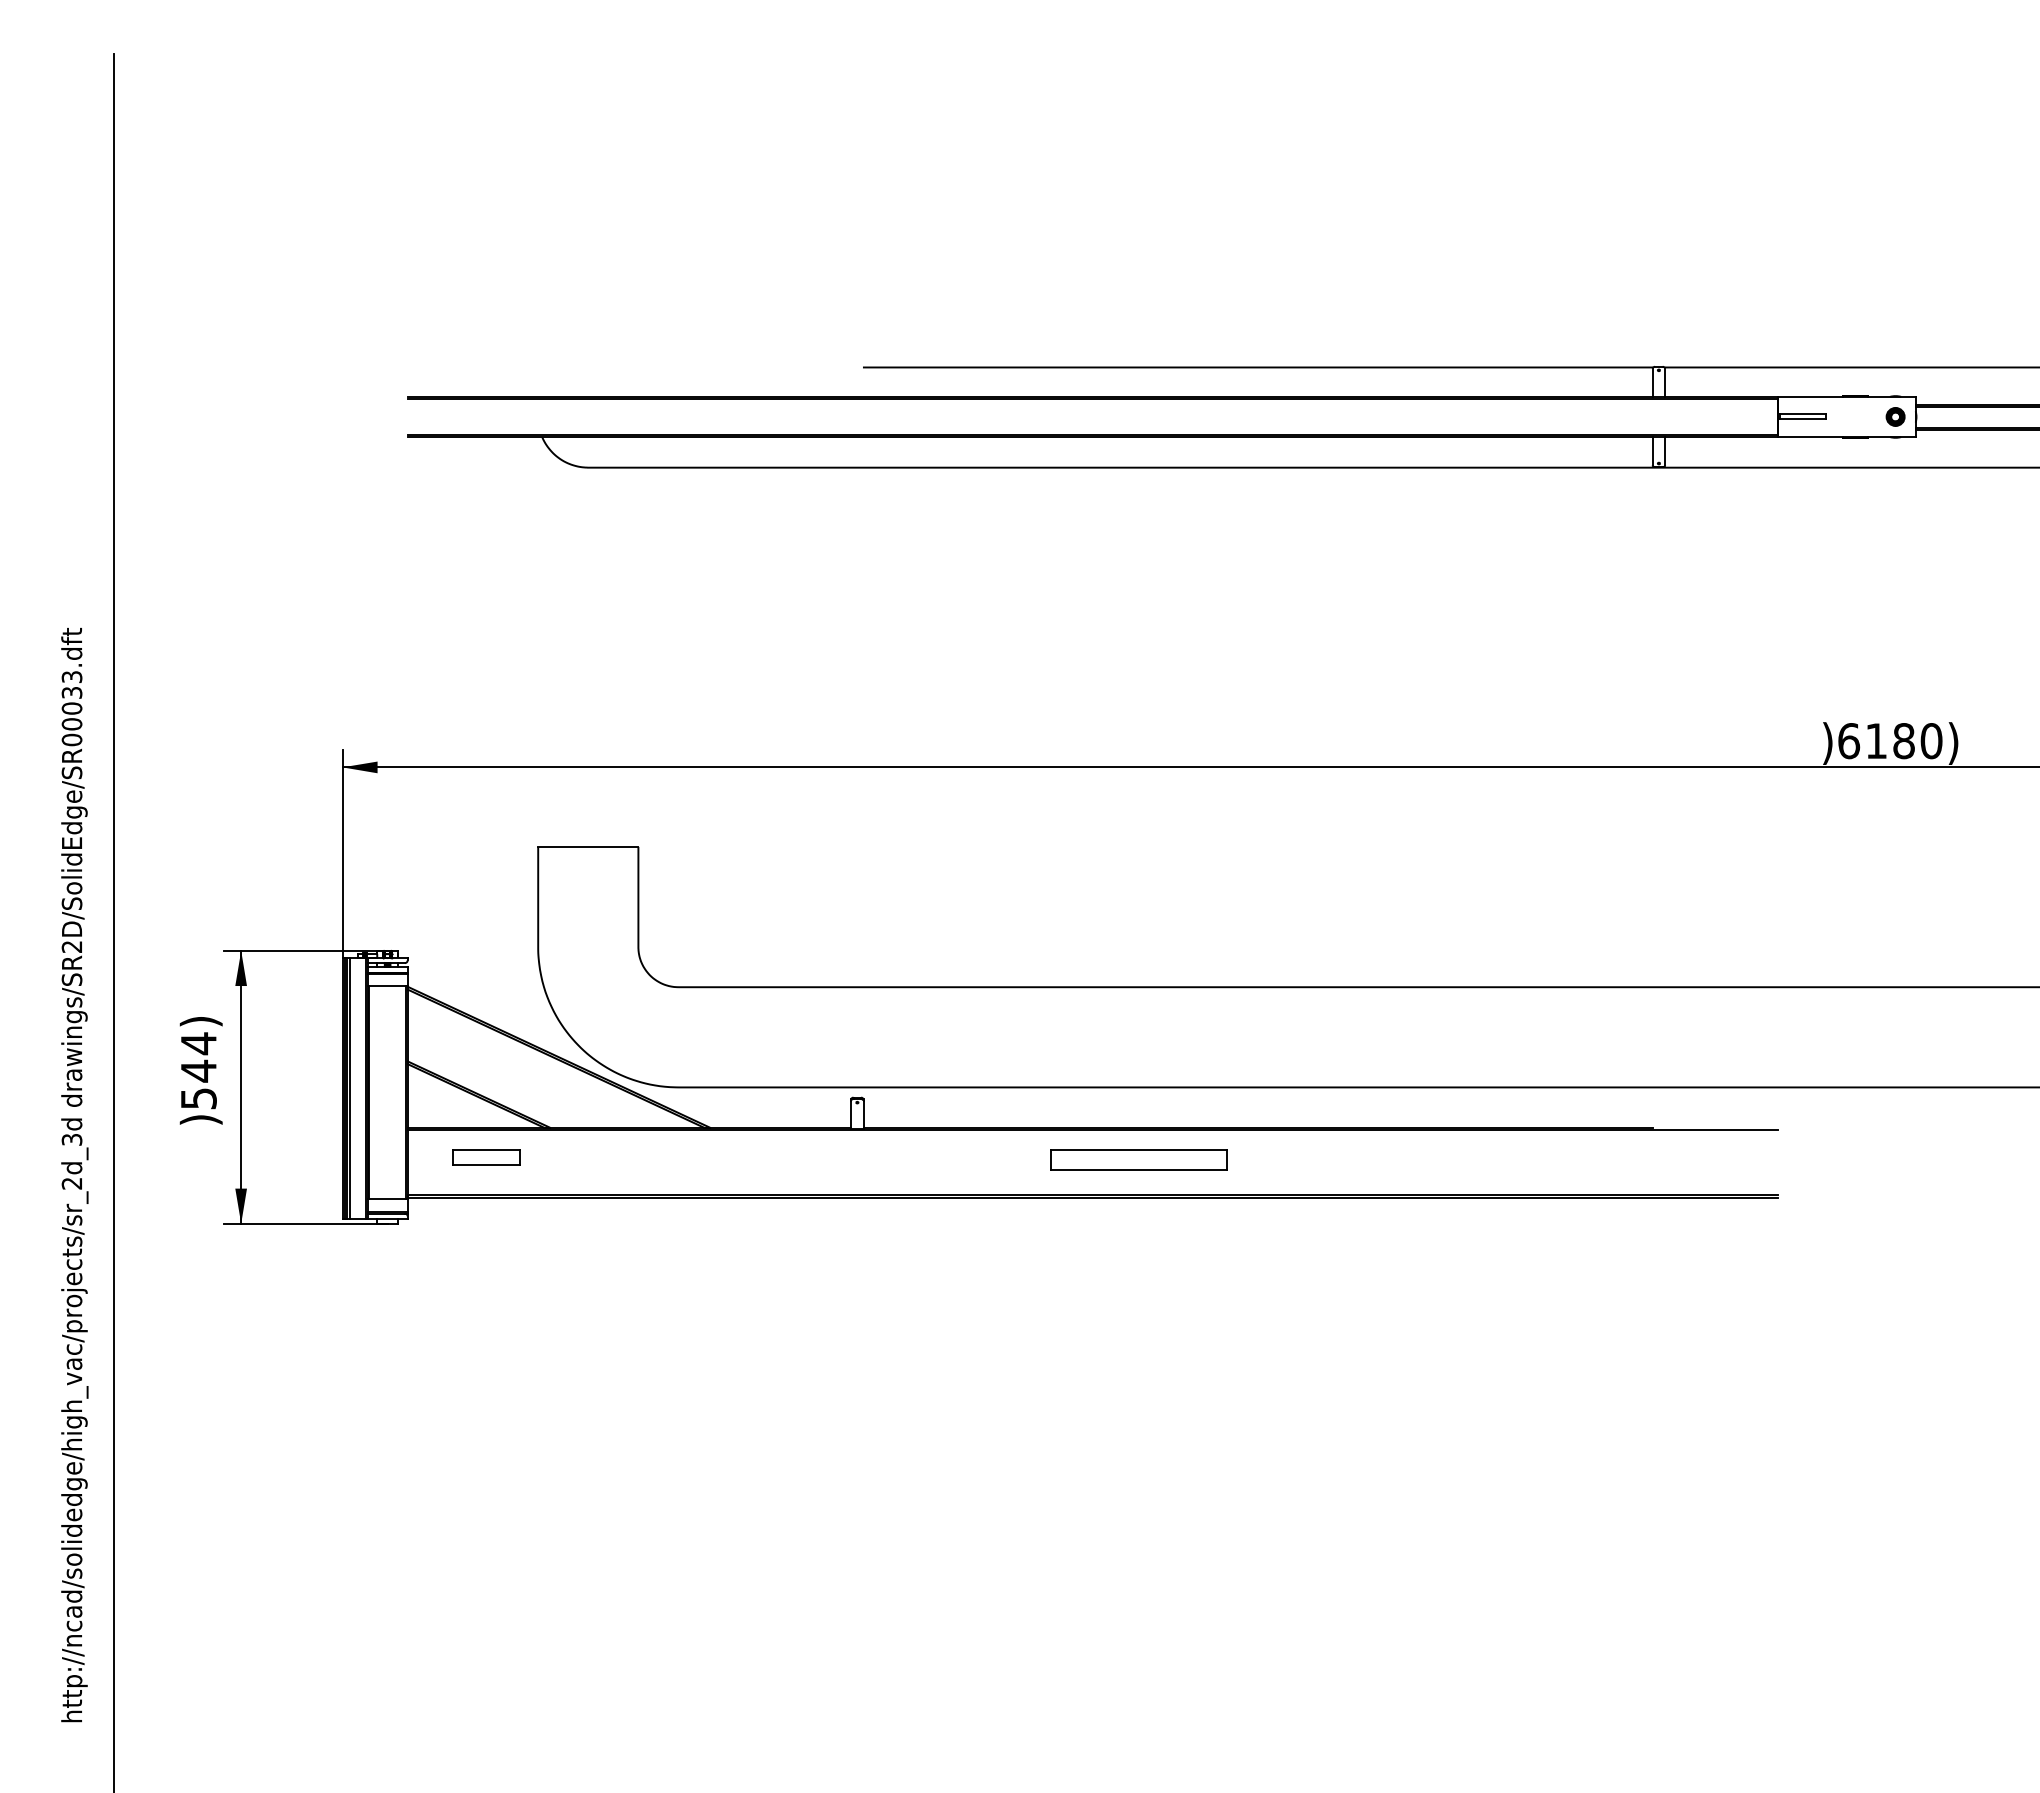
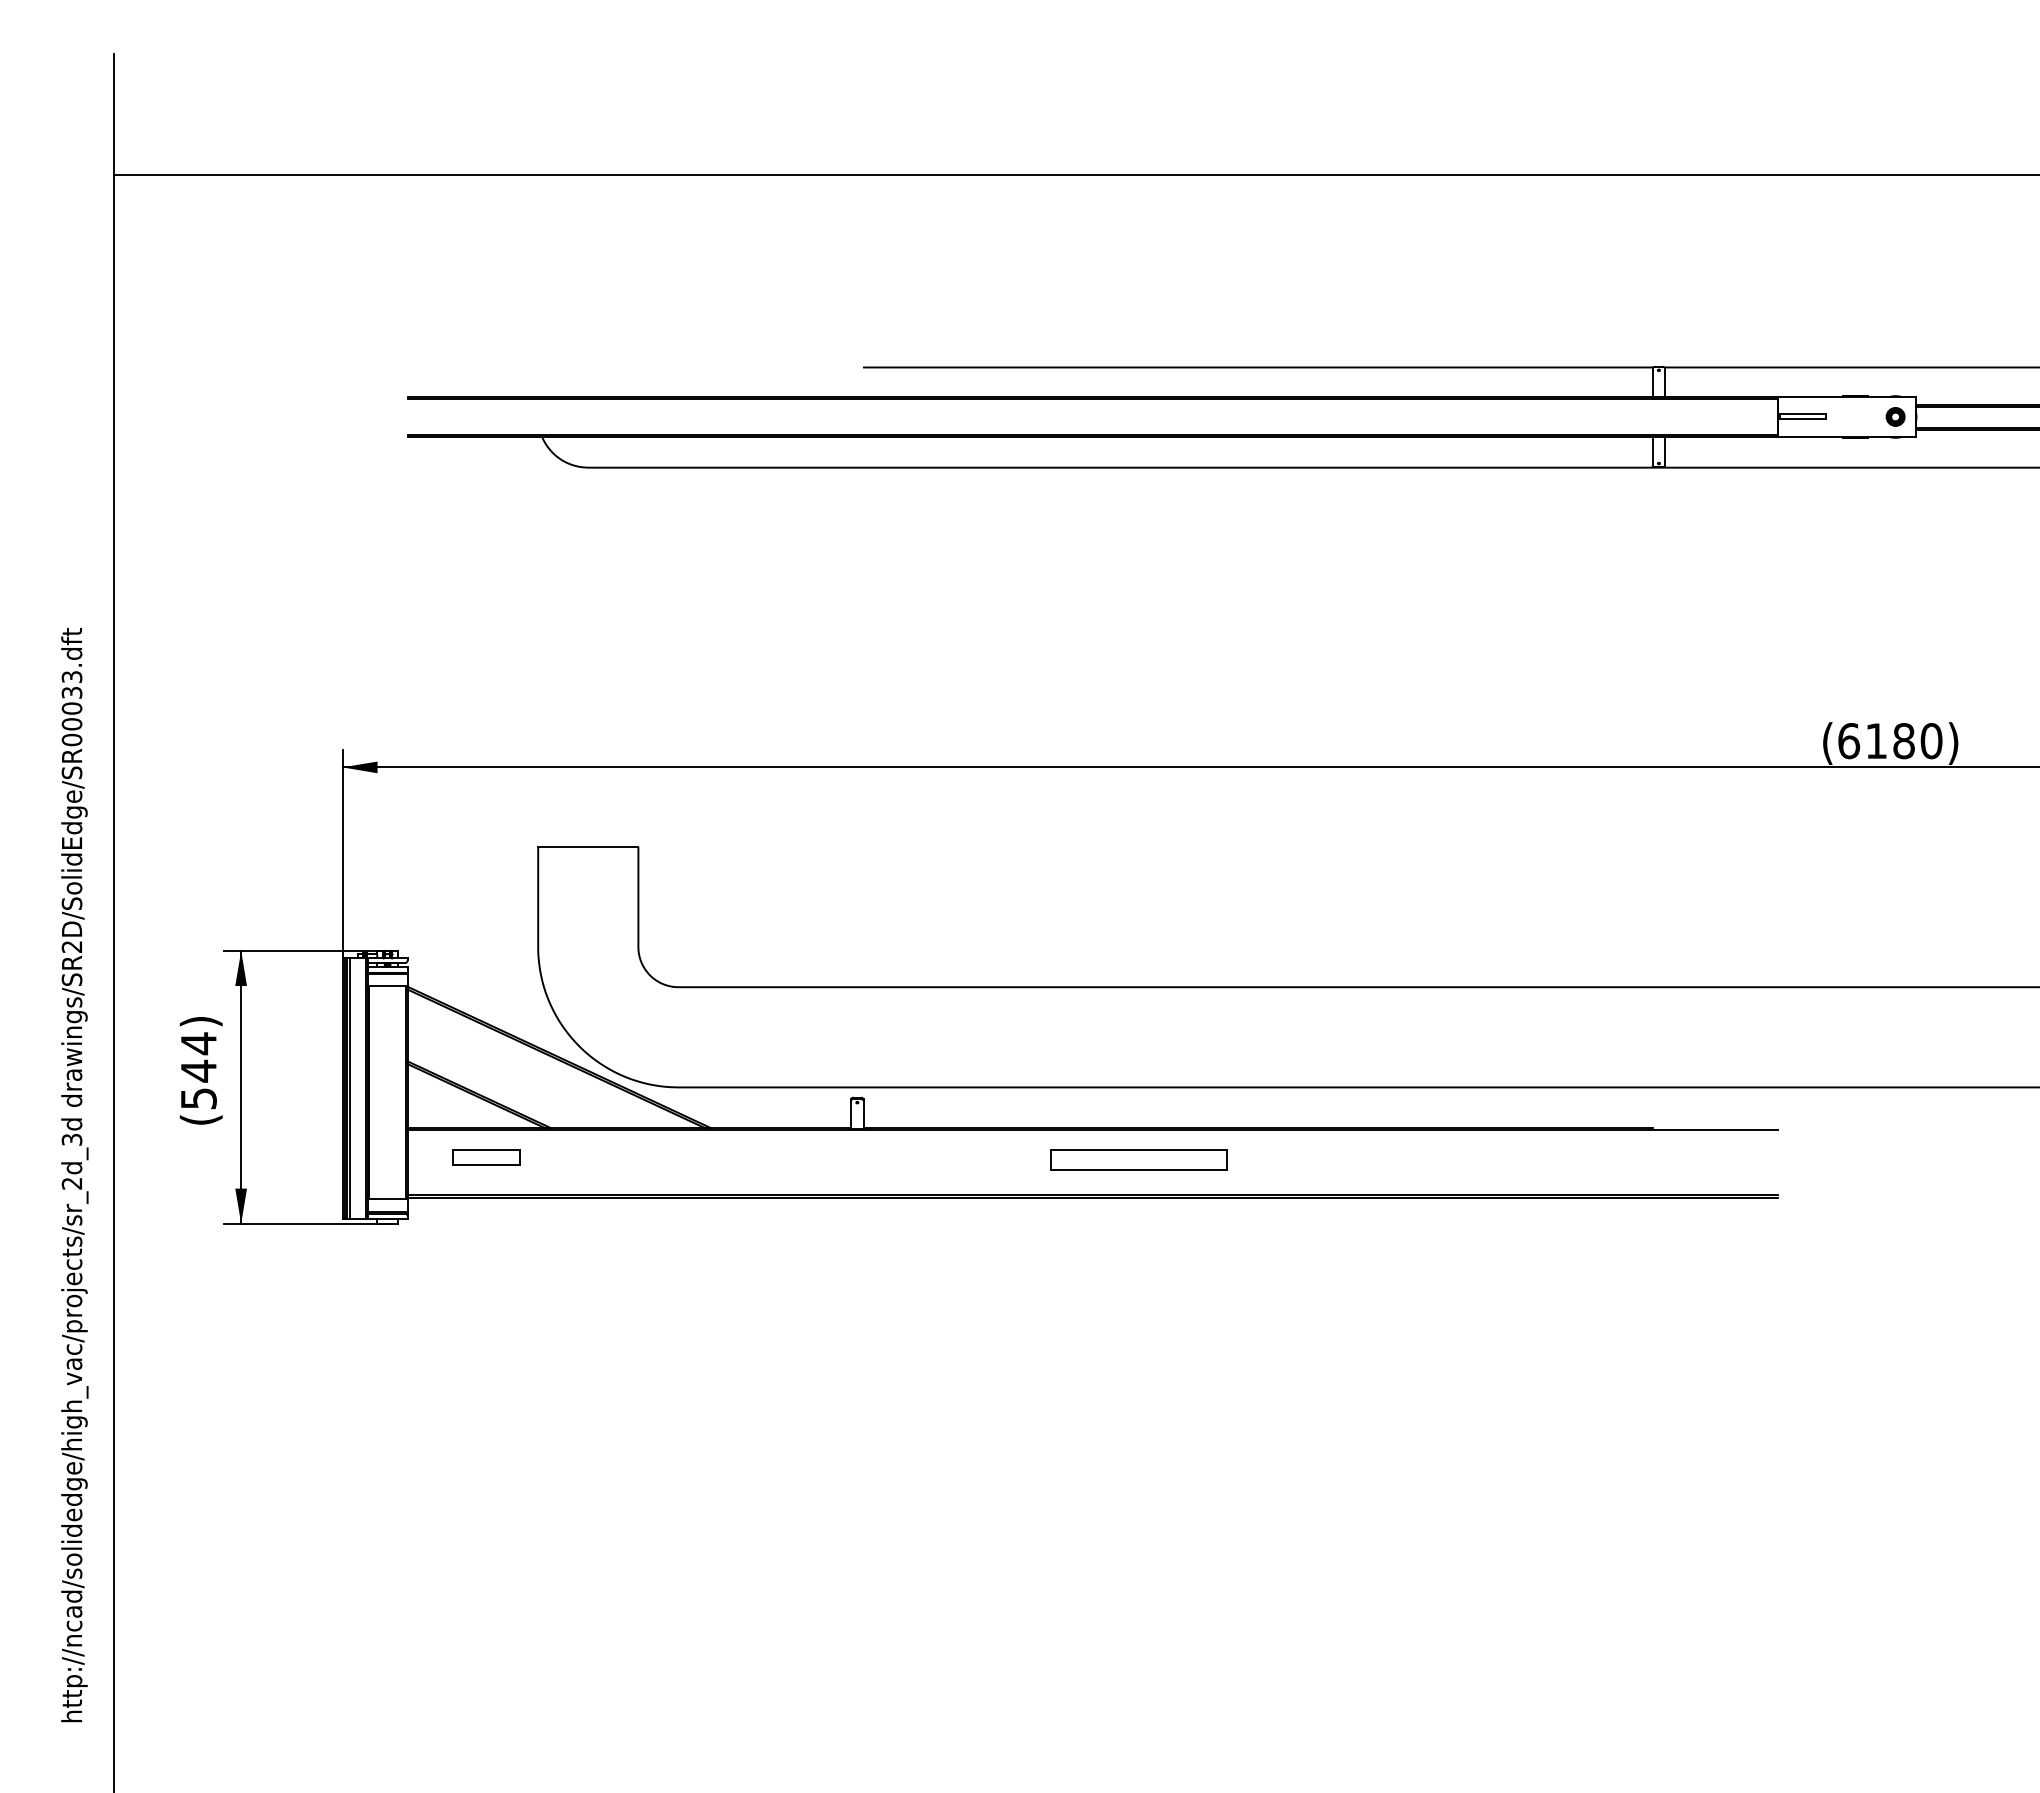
line at (1075, 175): none -> present
text at (1827, 743): ) -> (
text at (200, 1119): ) -> (
